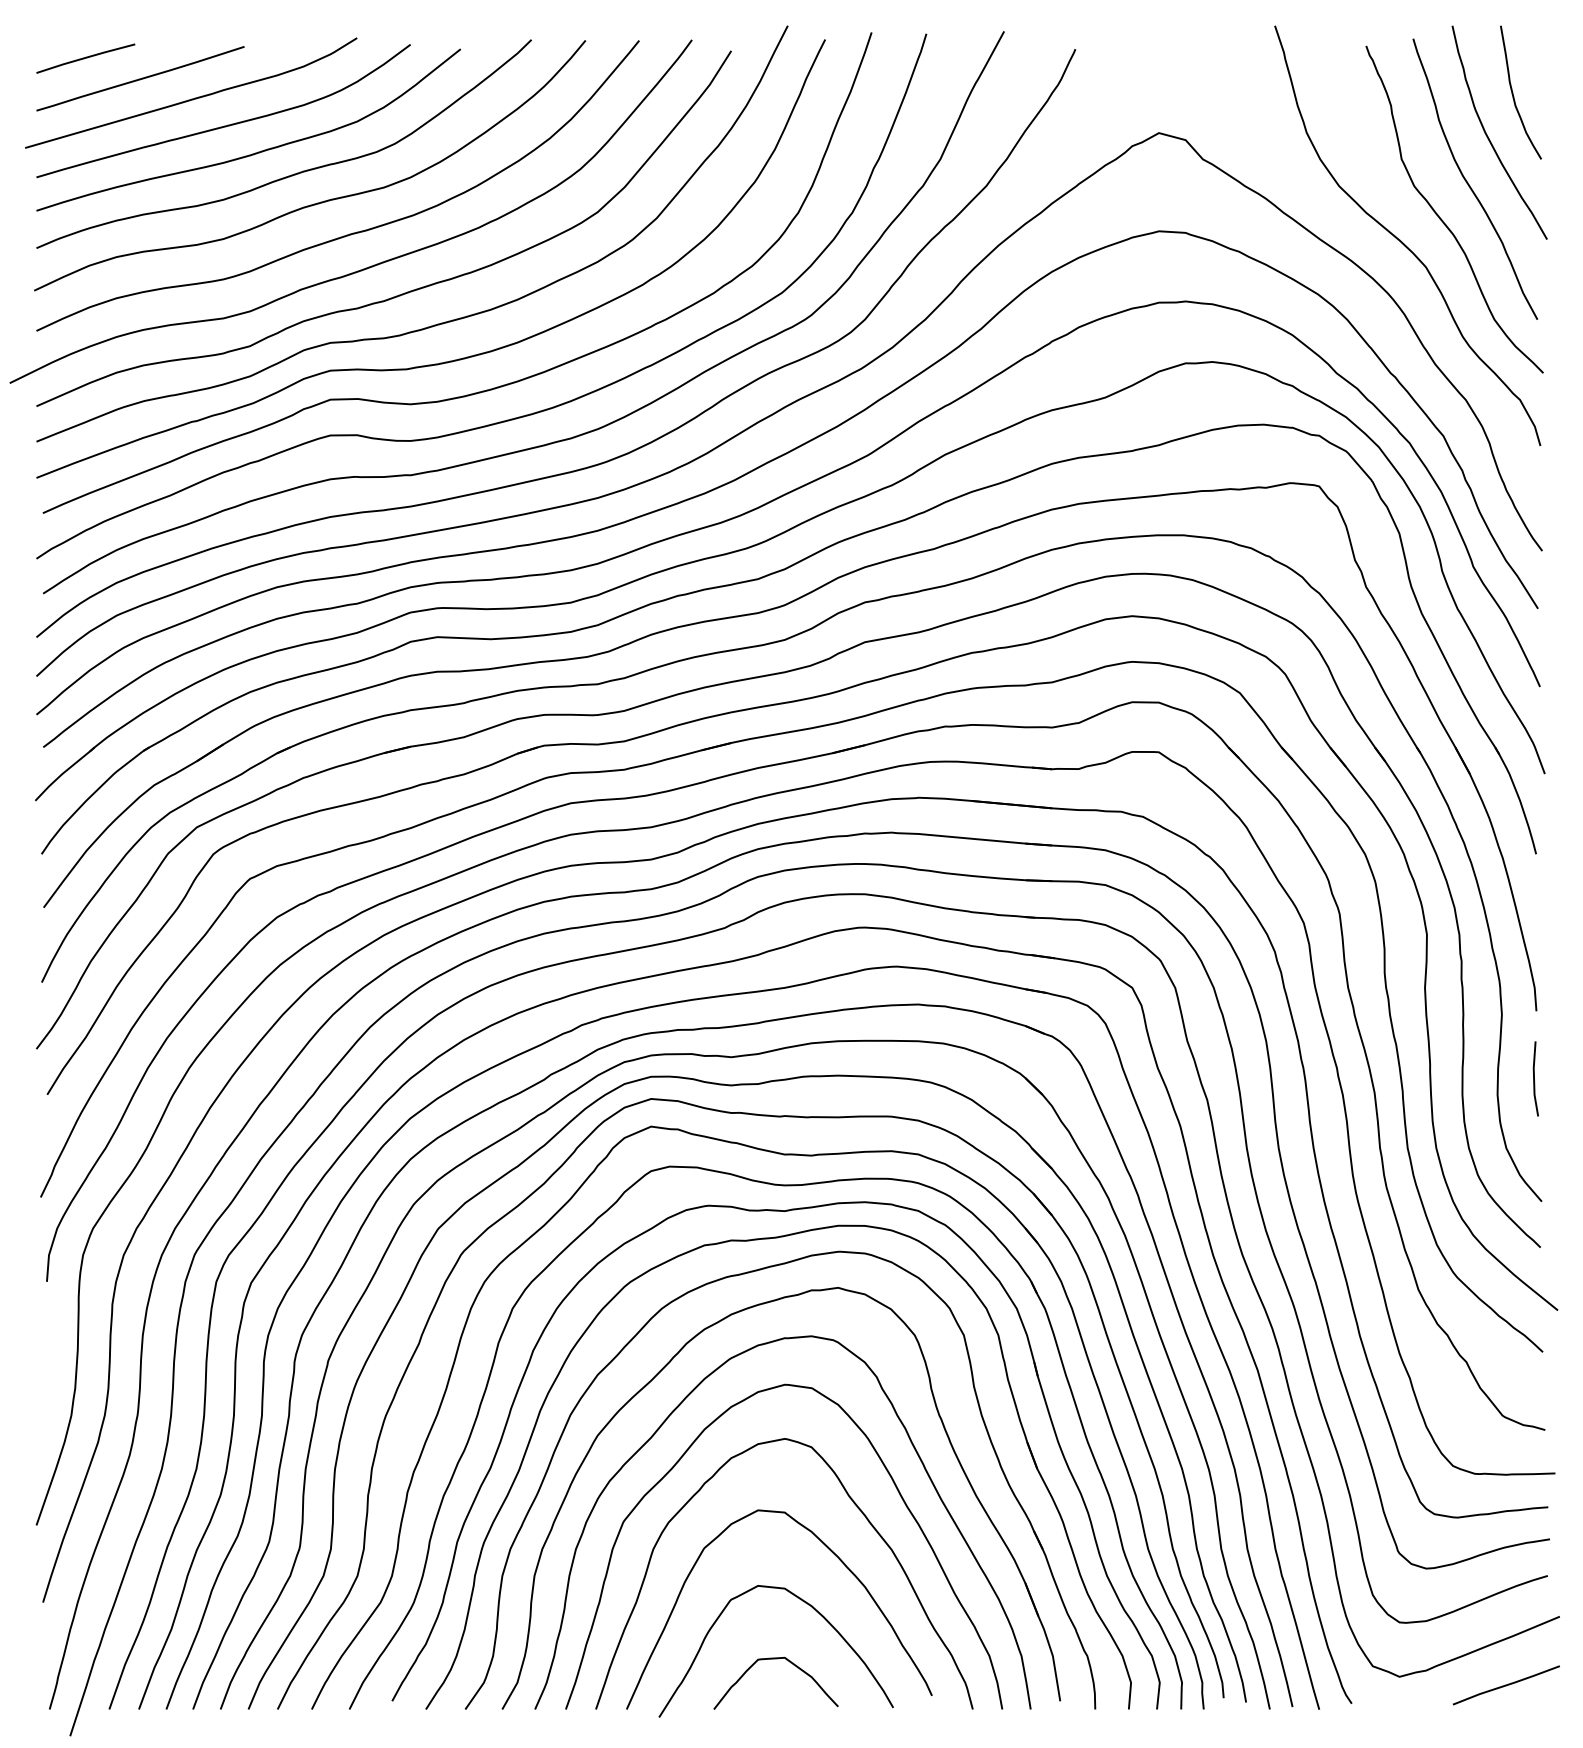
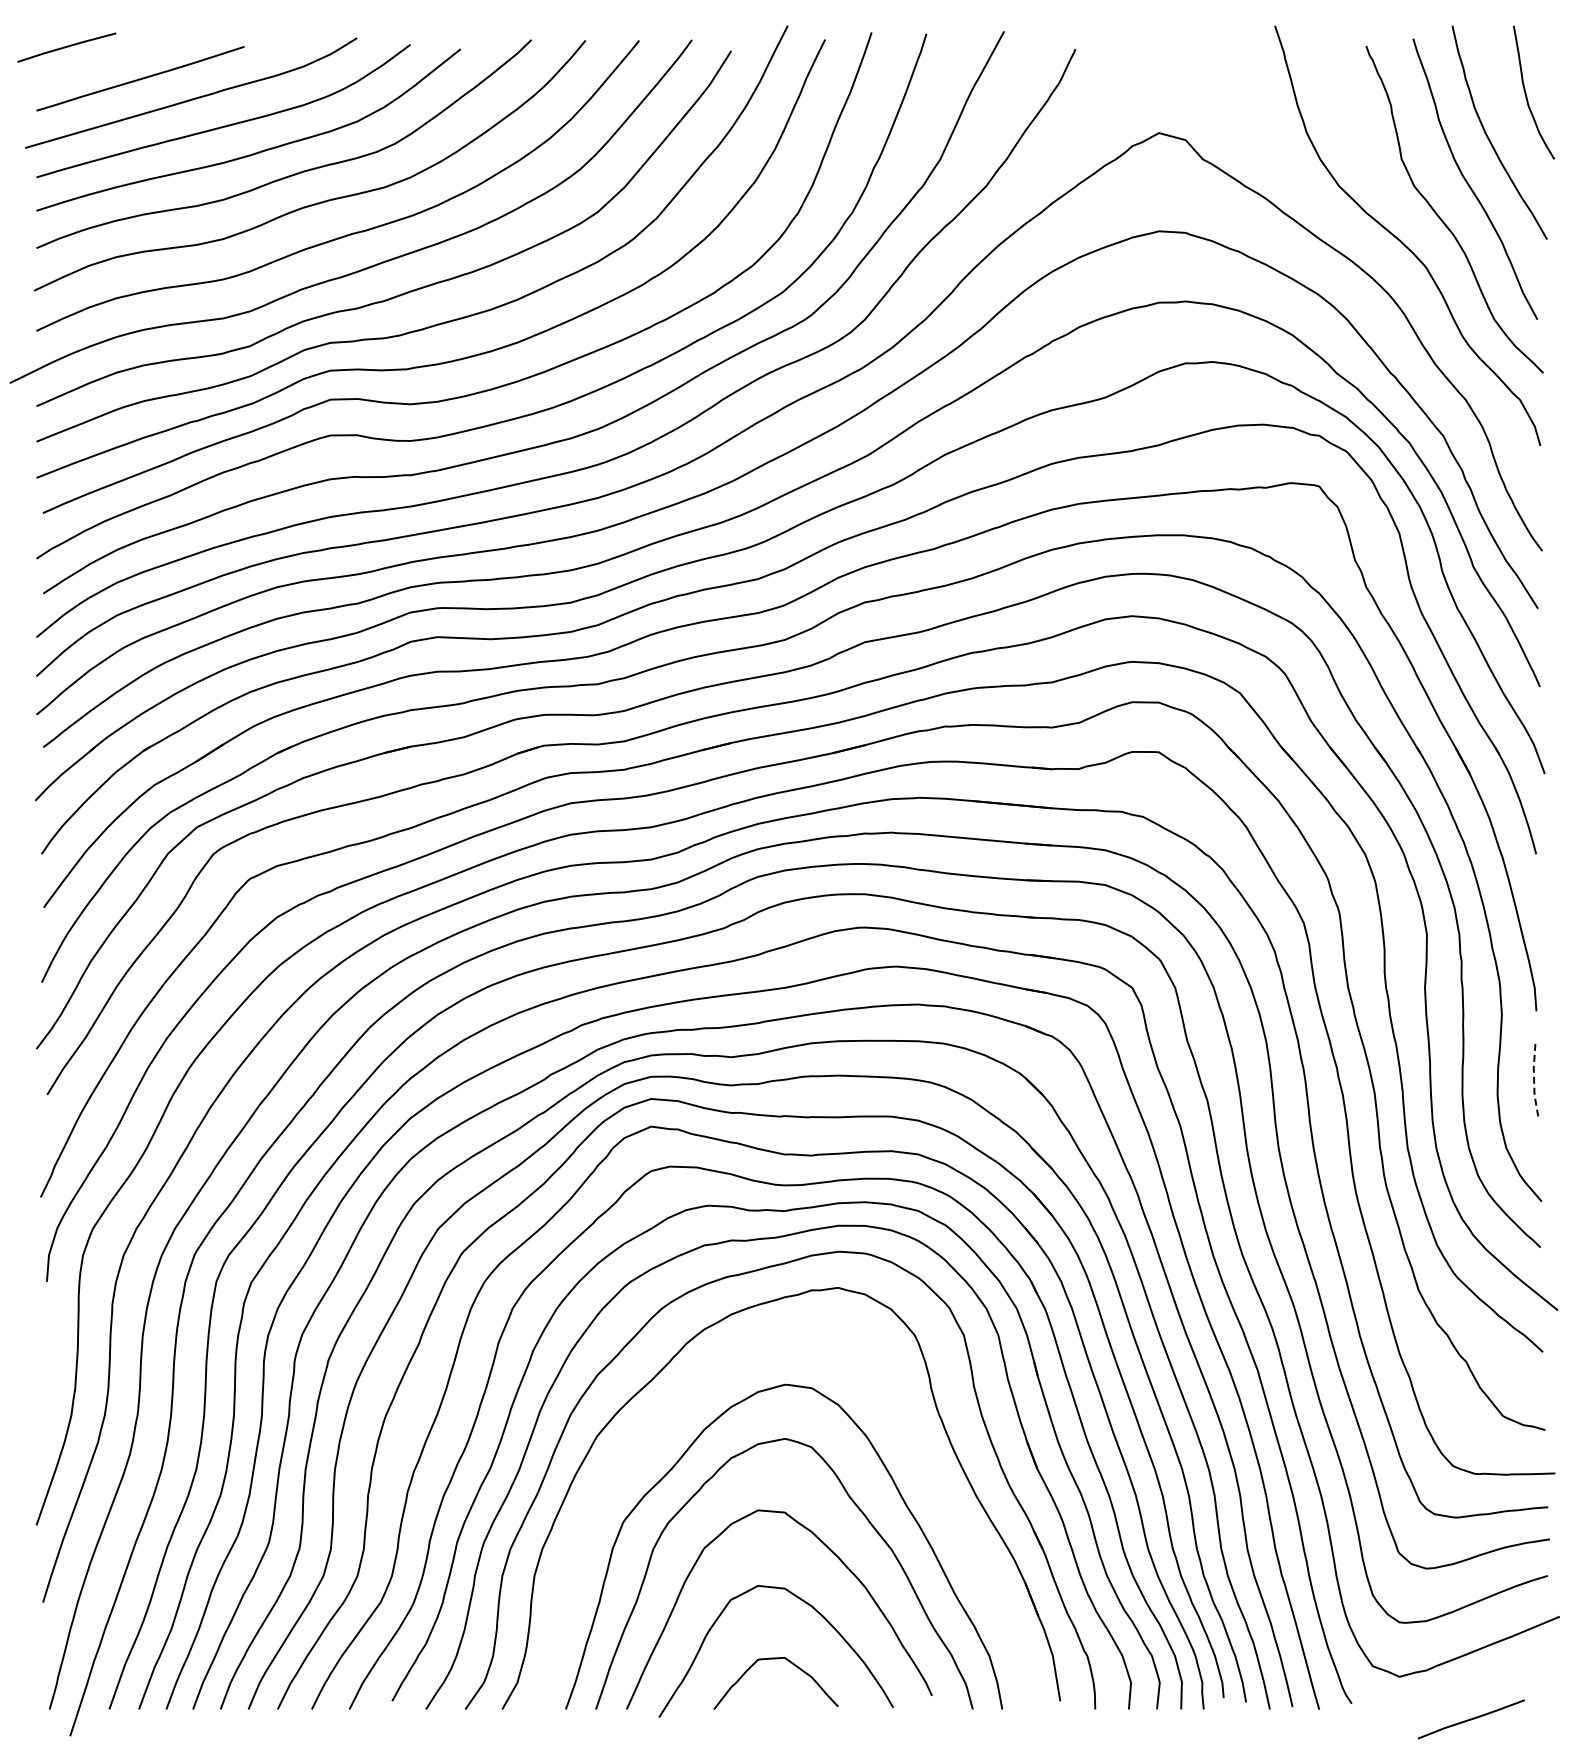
line at (85, 58) position: (85, 58) -> (66, 47)
curve at (1513, 92) position: (1513, 92) -> (1526, 92)
line at (1534, 1078): solid -> dashed
curve at (913, 1448): present -> none
line at (1506, 1685) position: (1506, 1685) -> (1471, 1719)
